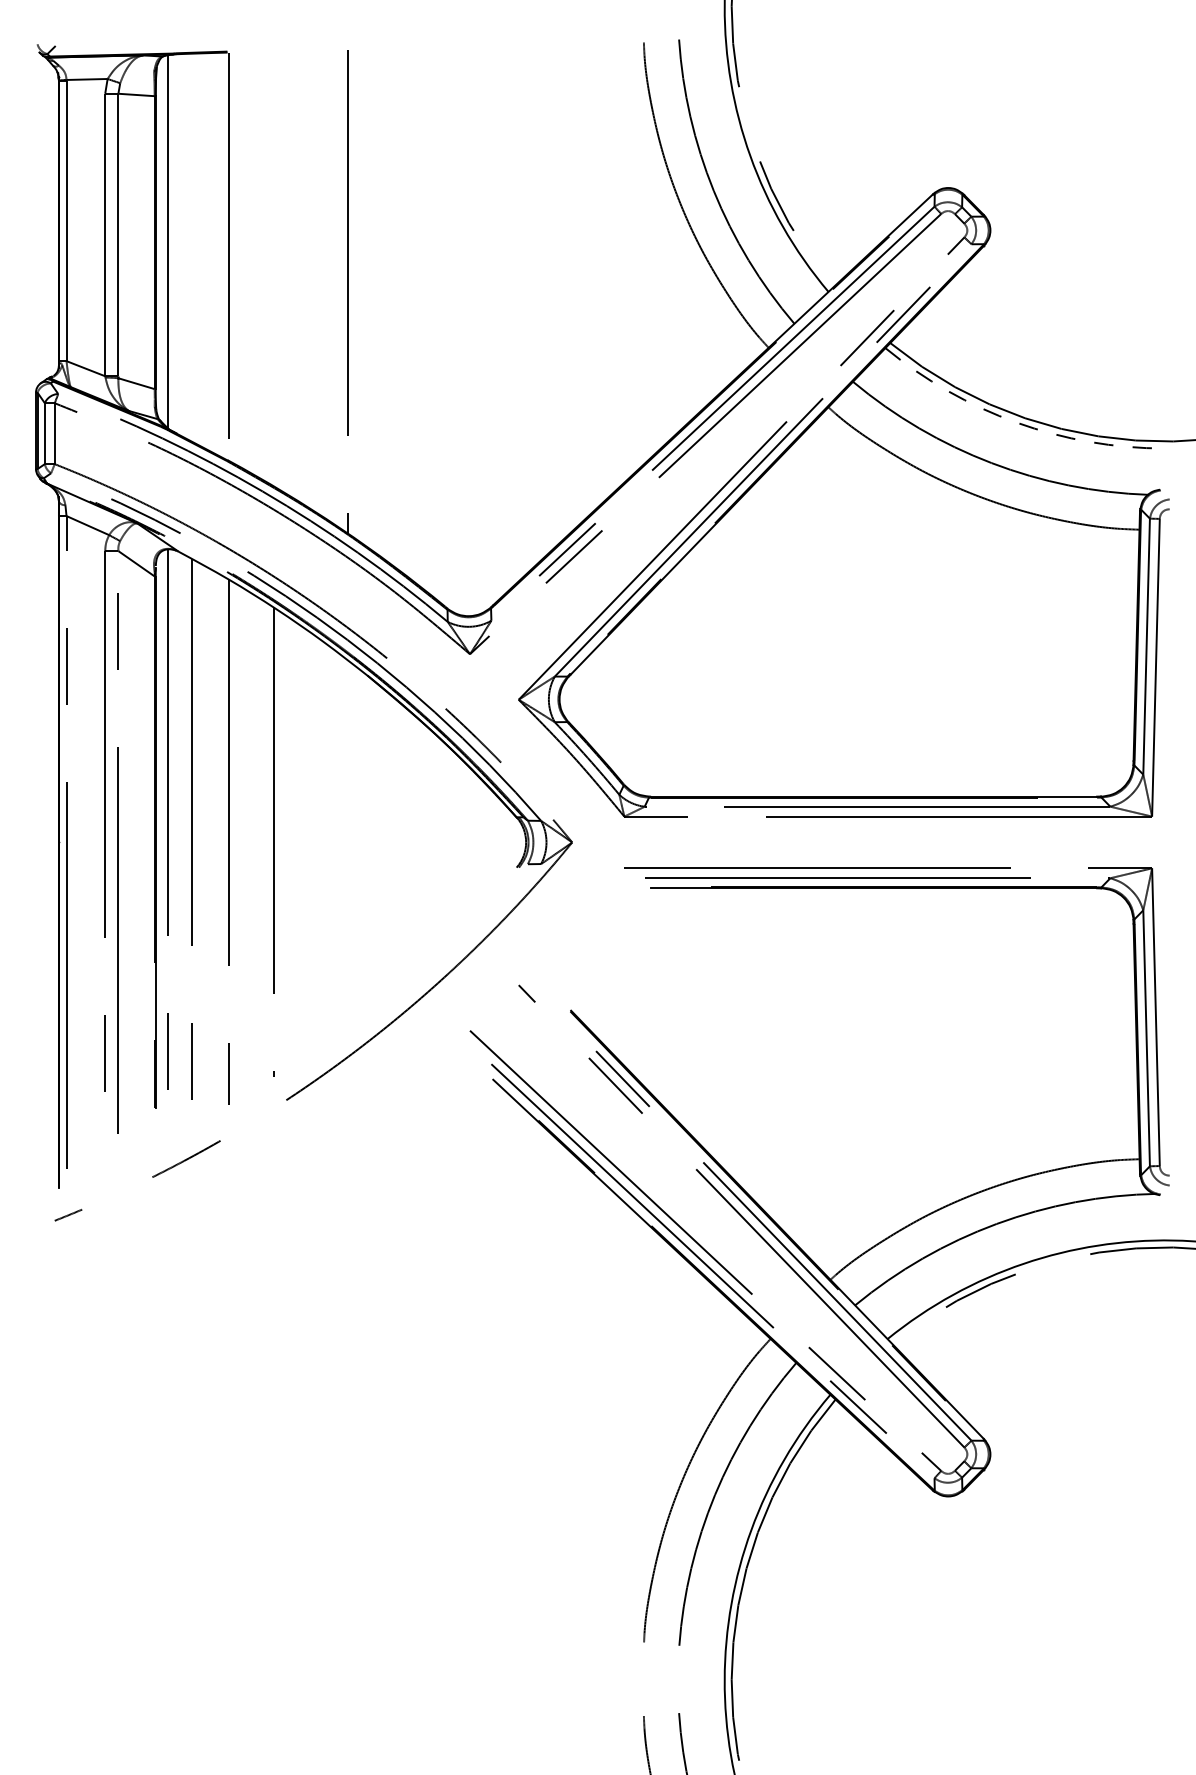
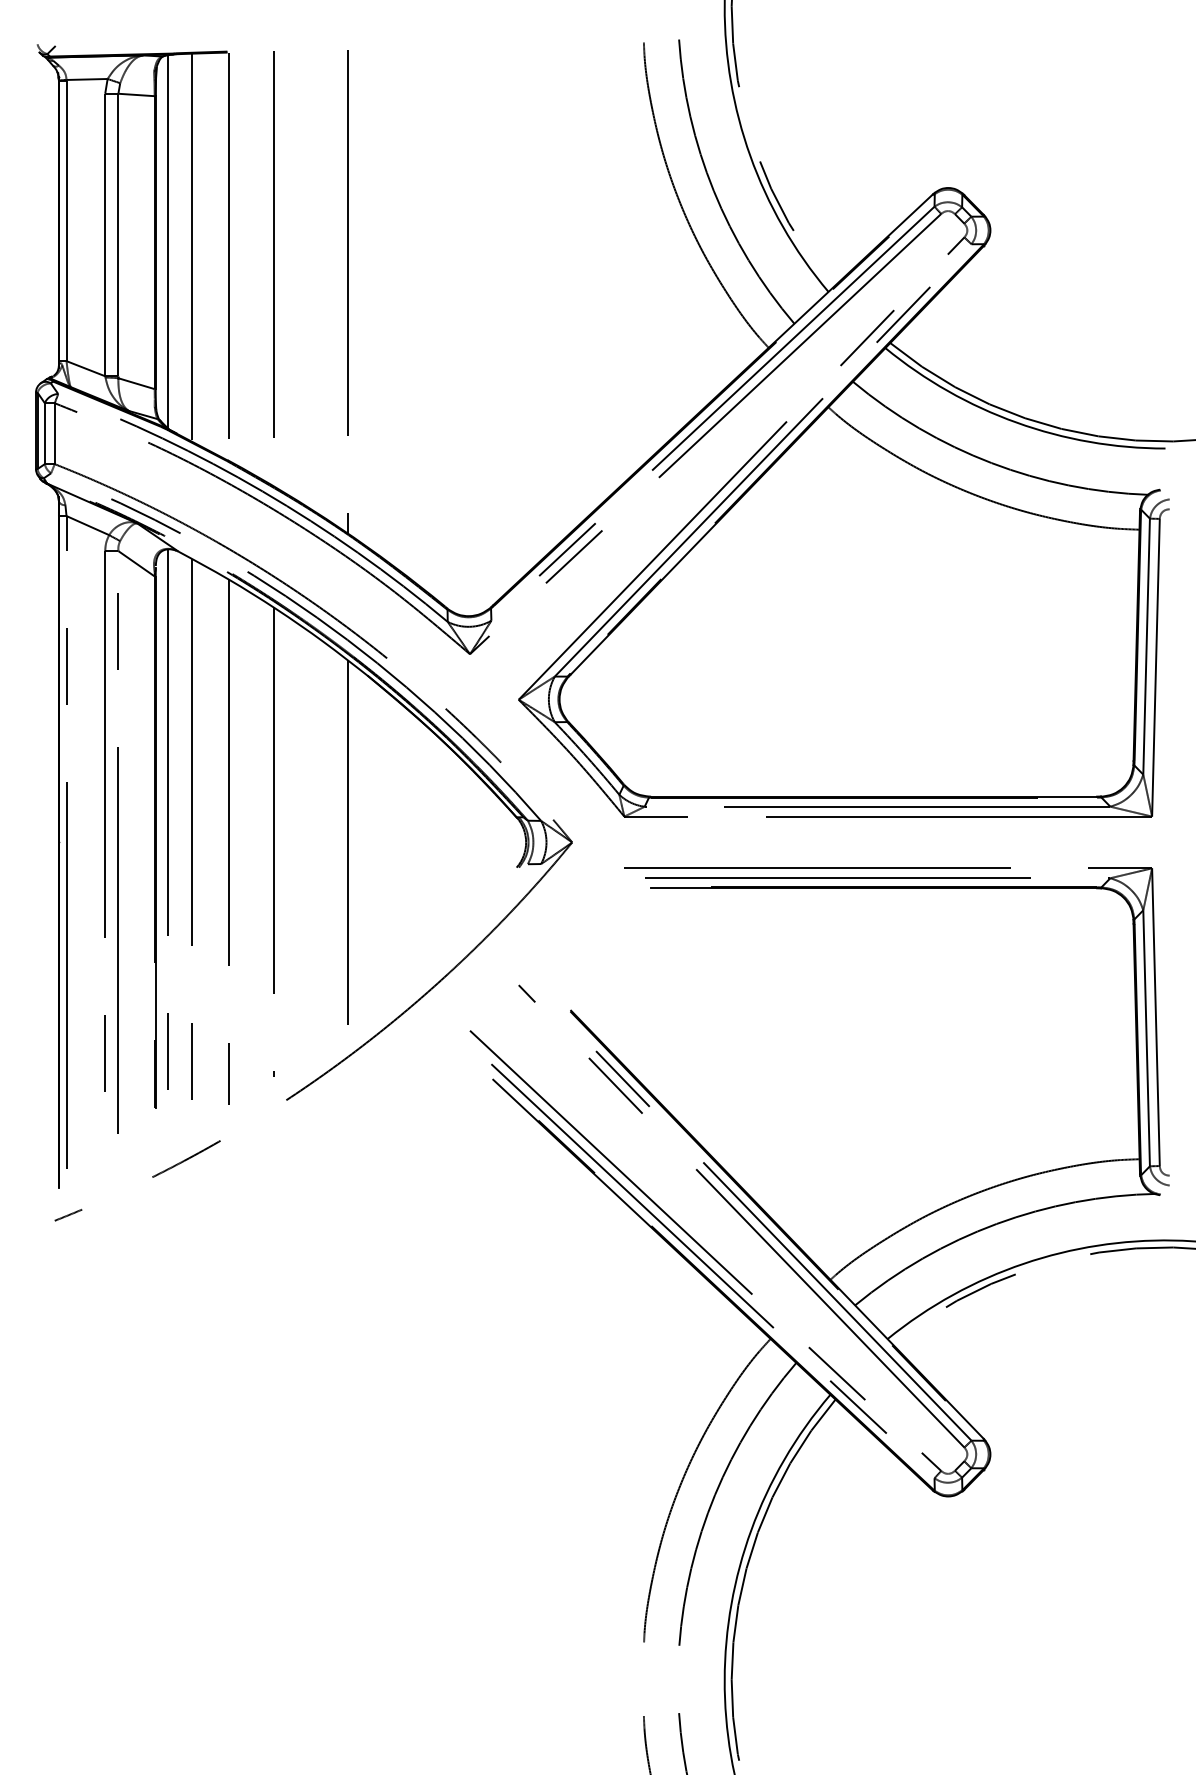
line at (273, 244): none -> present
line at (191, 247): none -> present
arc at (1016, 422): dashed -> solid
line at (347, 842): none -> present
